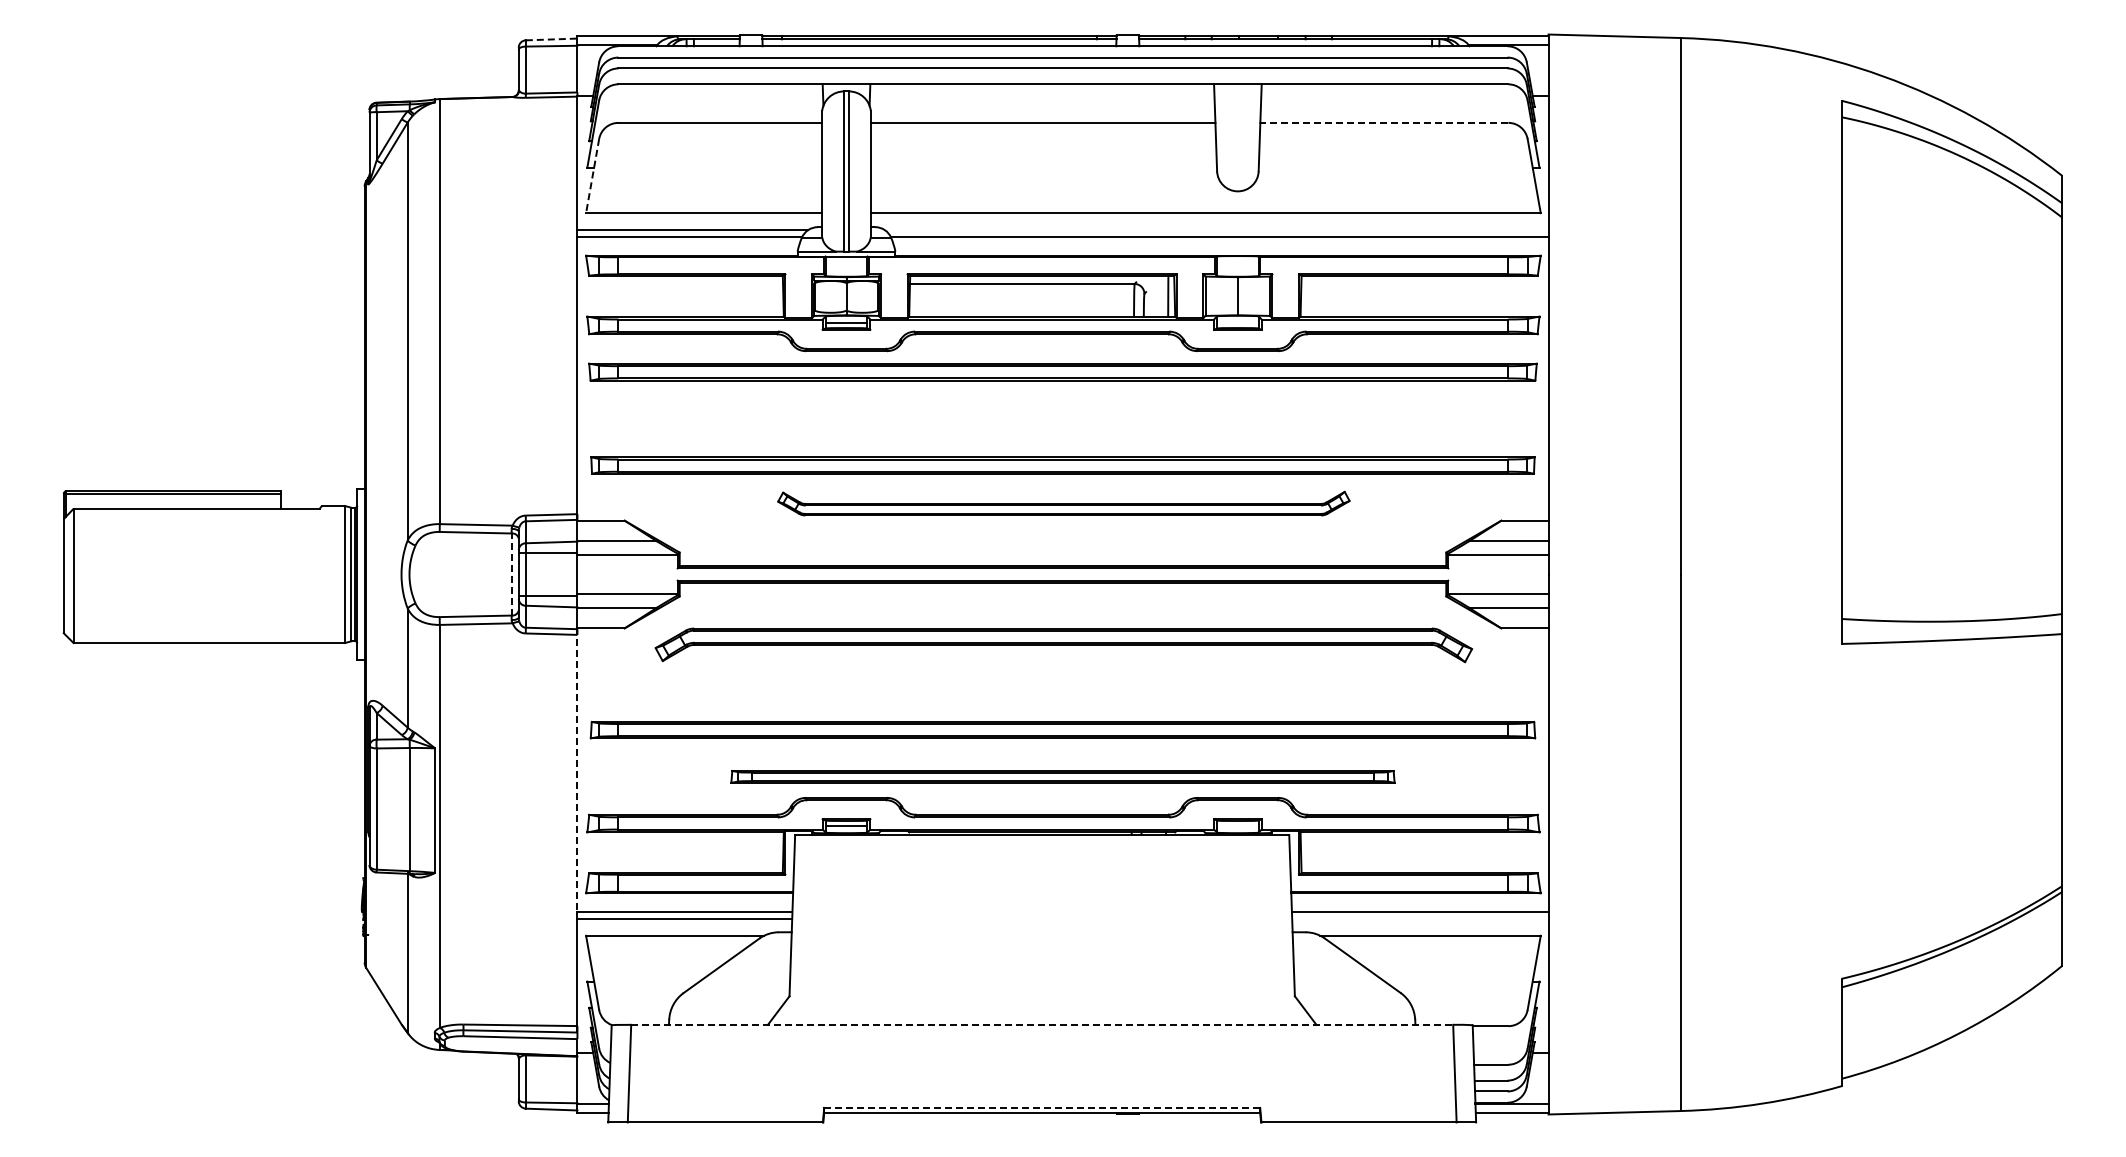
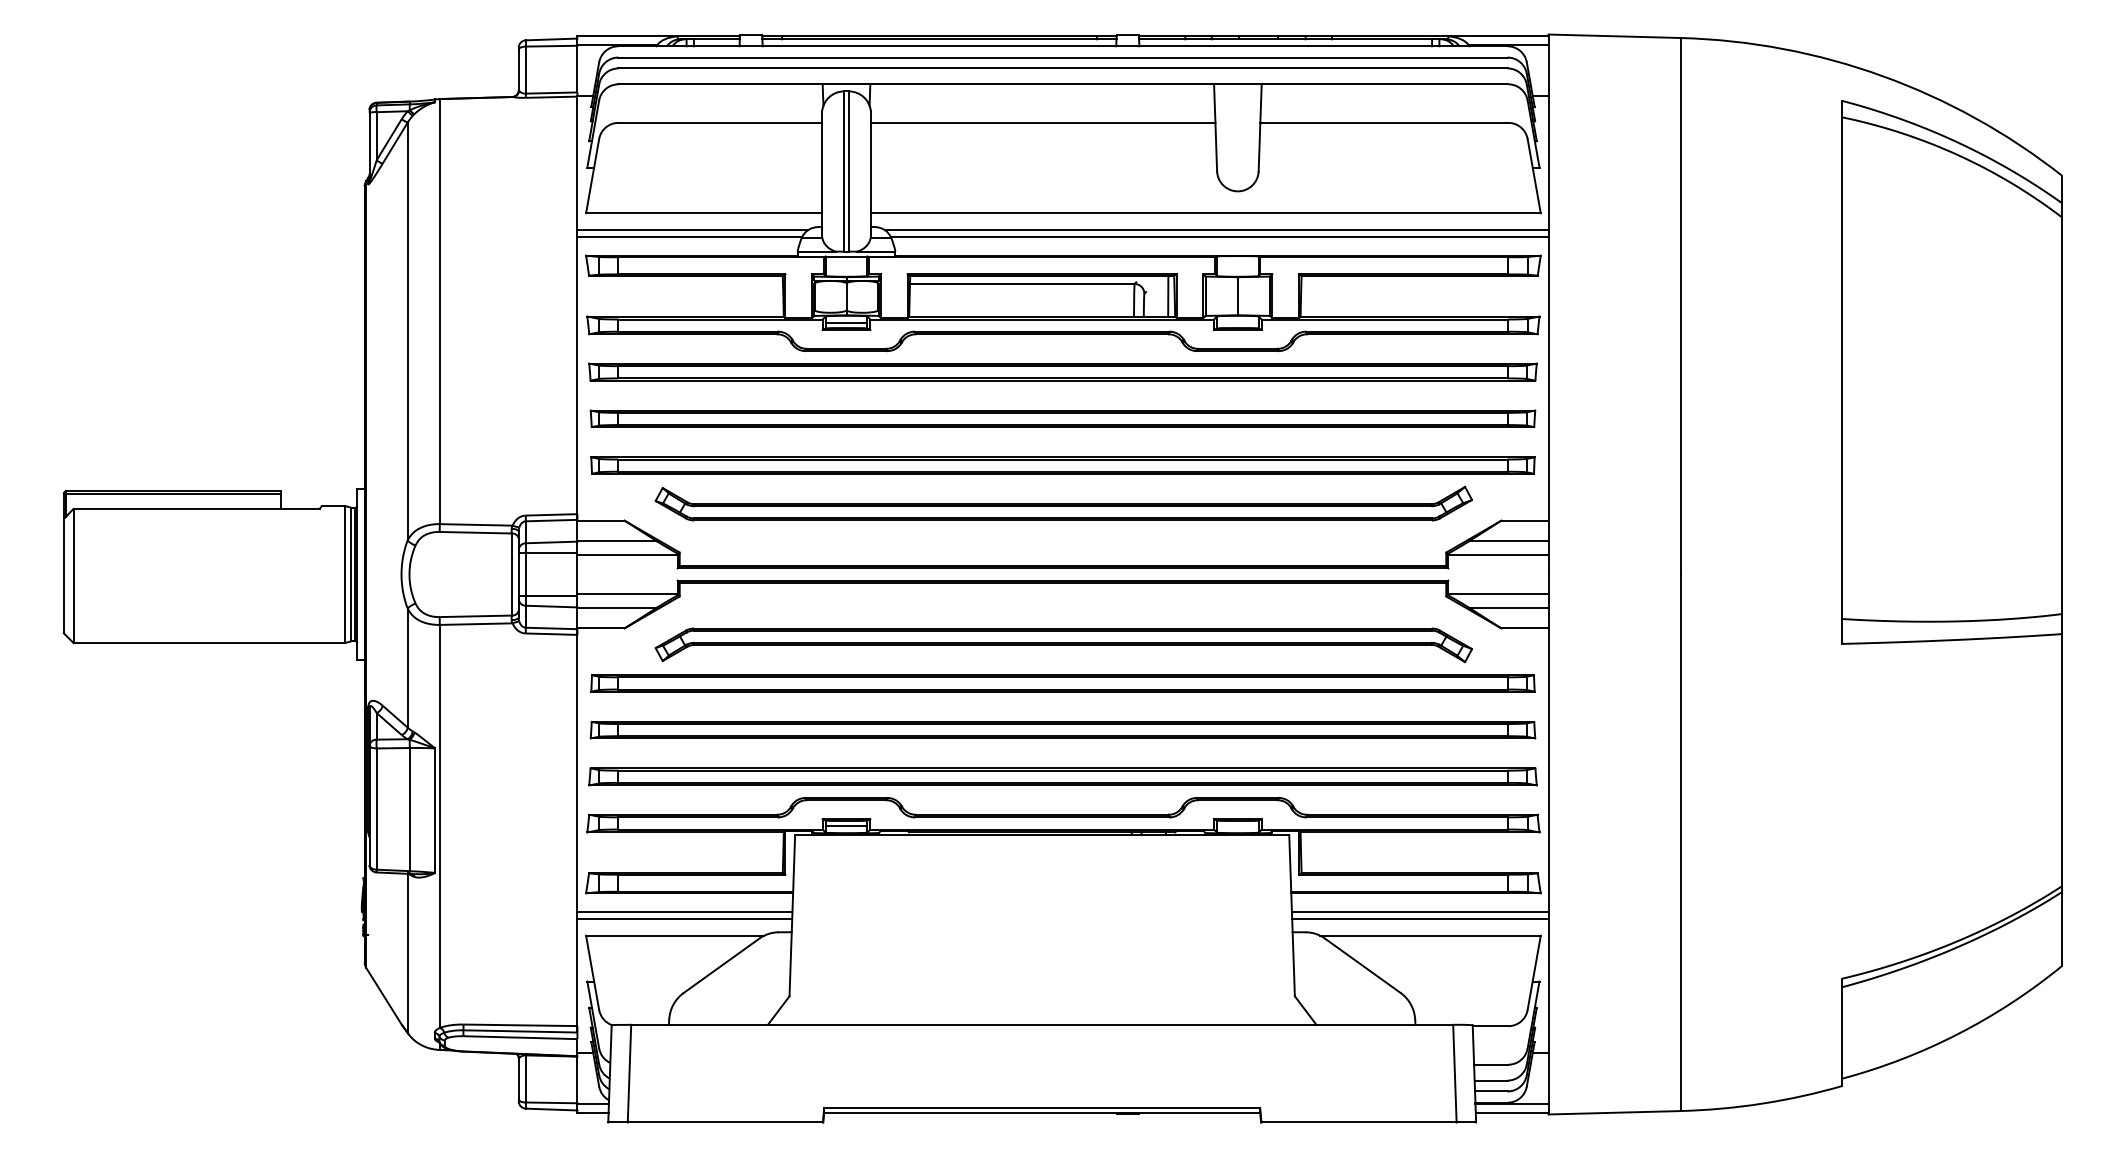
line at (551, 39): dashed -> solid
line at (1383, 122): dashed -> solid
line at (592, 176): dashed -> solid
line at (1216, 230): none -> present
part at (1062, 418): none -> present
part at (1063, 503) size: 574x27 px -> 820x37 px
line at (511, 574): dashed -> solid
part at (1062, 683): none -> present
line at (577, 770): dashed -> solid
part at (1062, 776) size: 666x14 px -> 950x20 px
line at (1420, 918): none -> present
line at (1042, 1024): dashed -> solid
line at (1042, 1107): dashed -> solid
